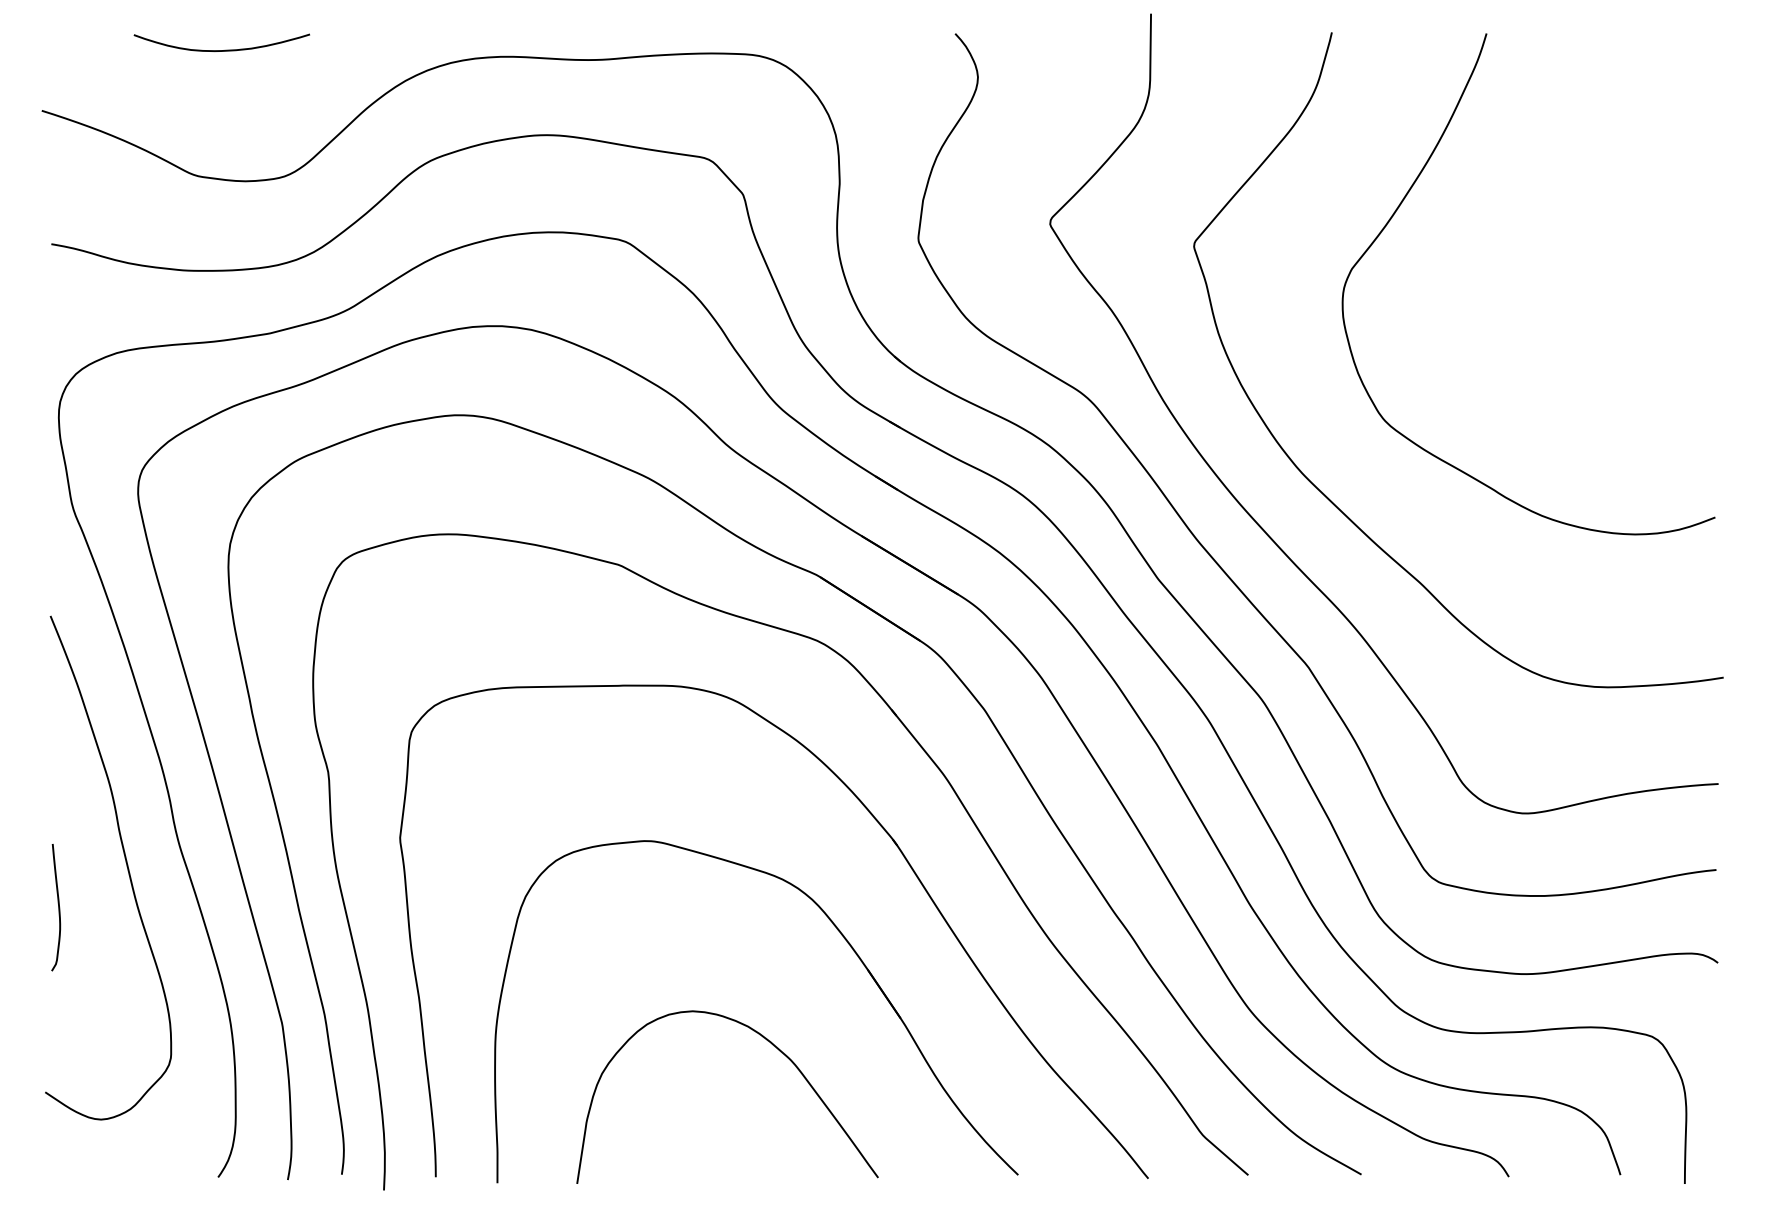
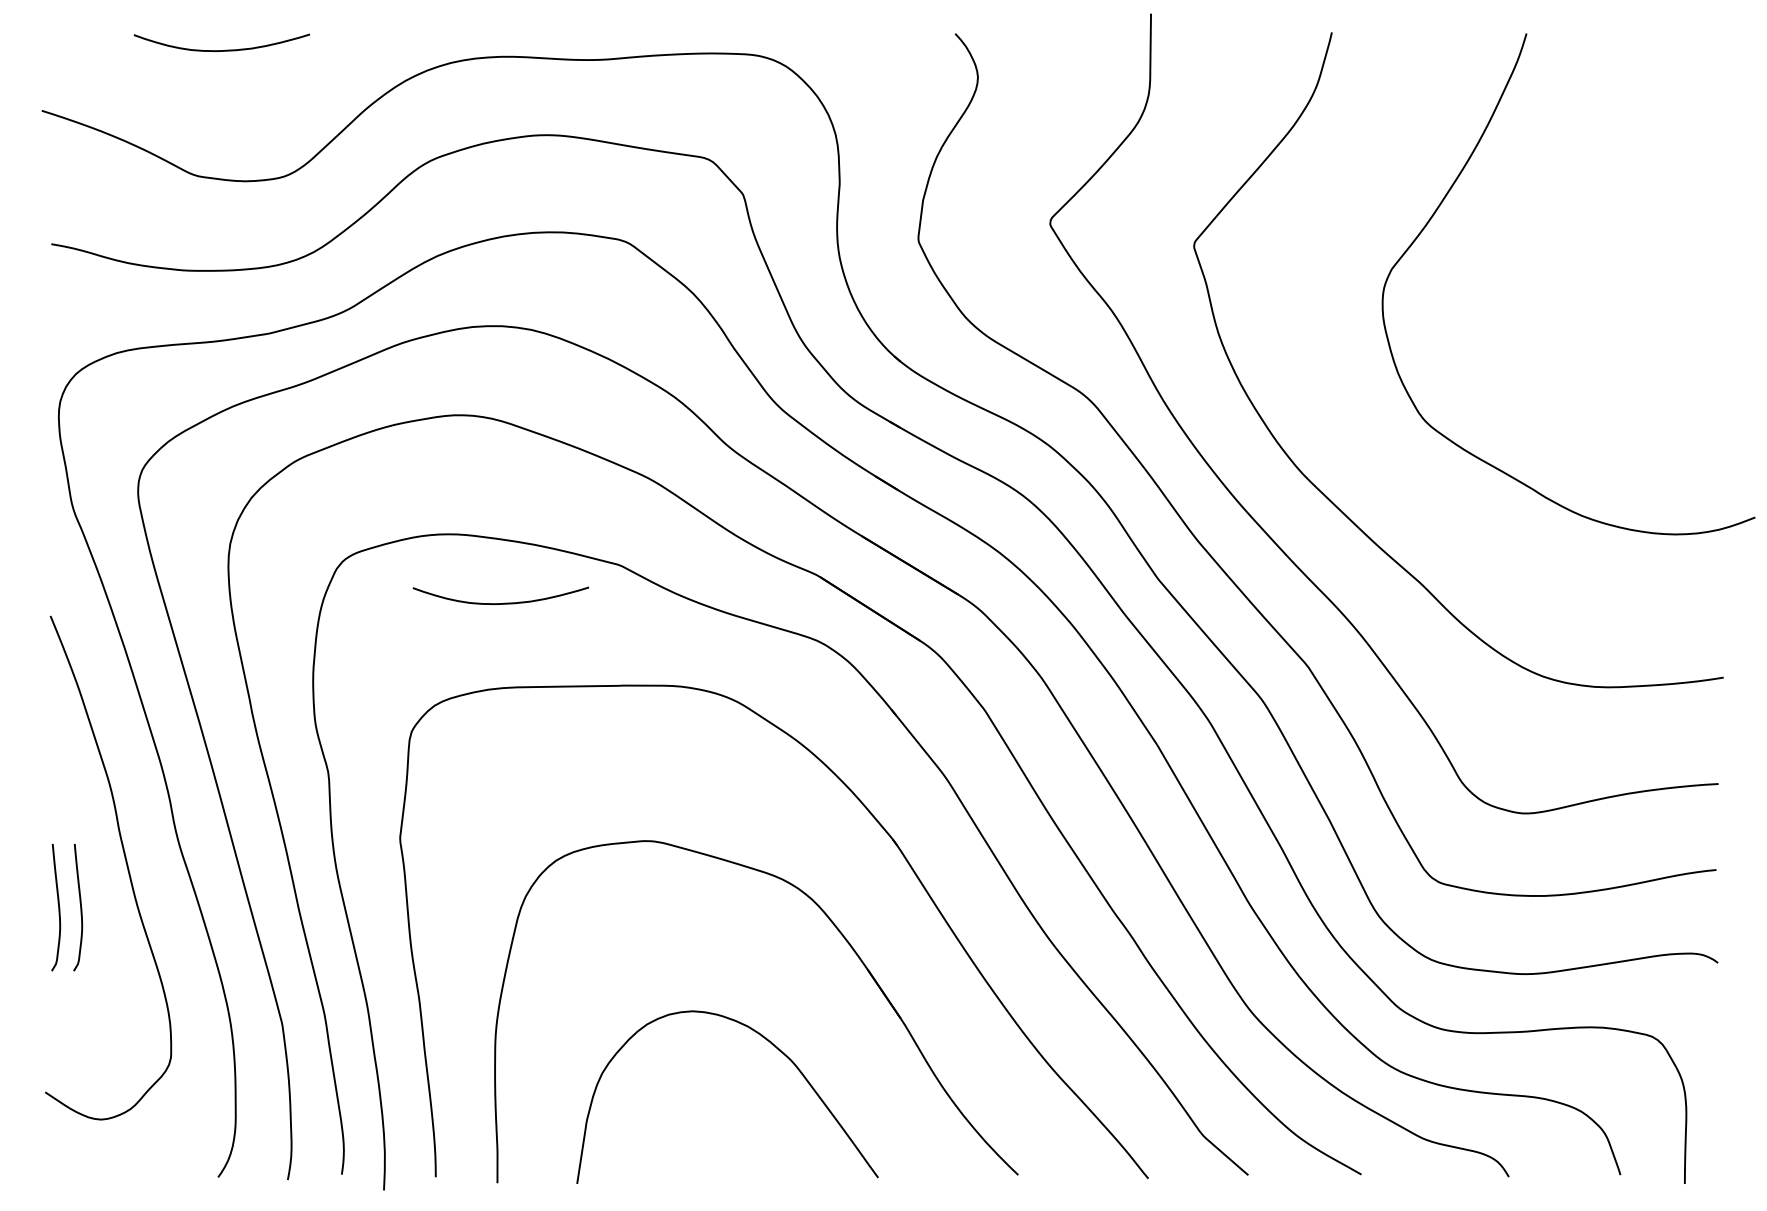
curve at (1403, 201) position: (1403, 201) -> (1443, 201)
curve at (500, 603): none -> present
curve at (80, 907): none -> present
